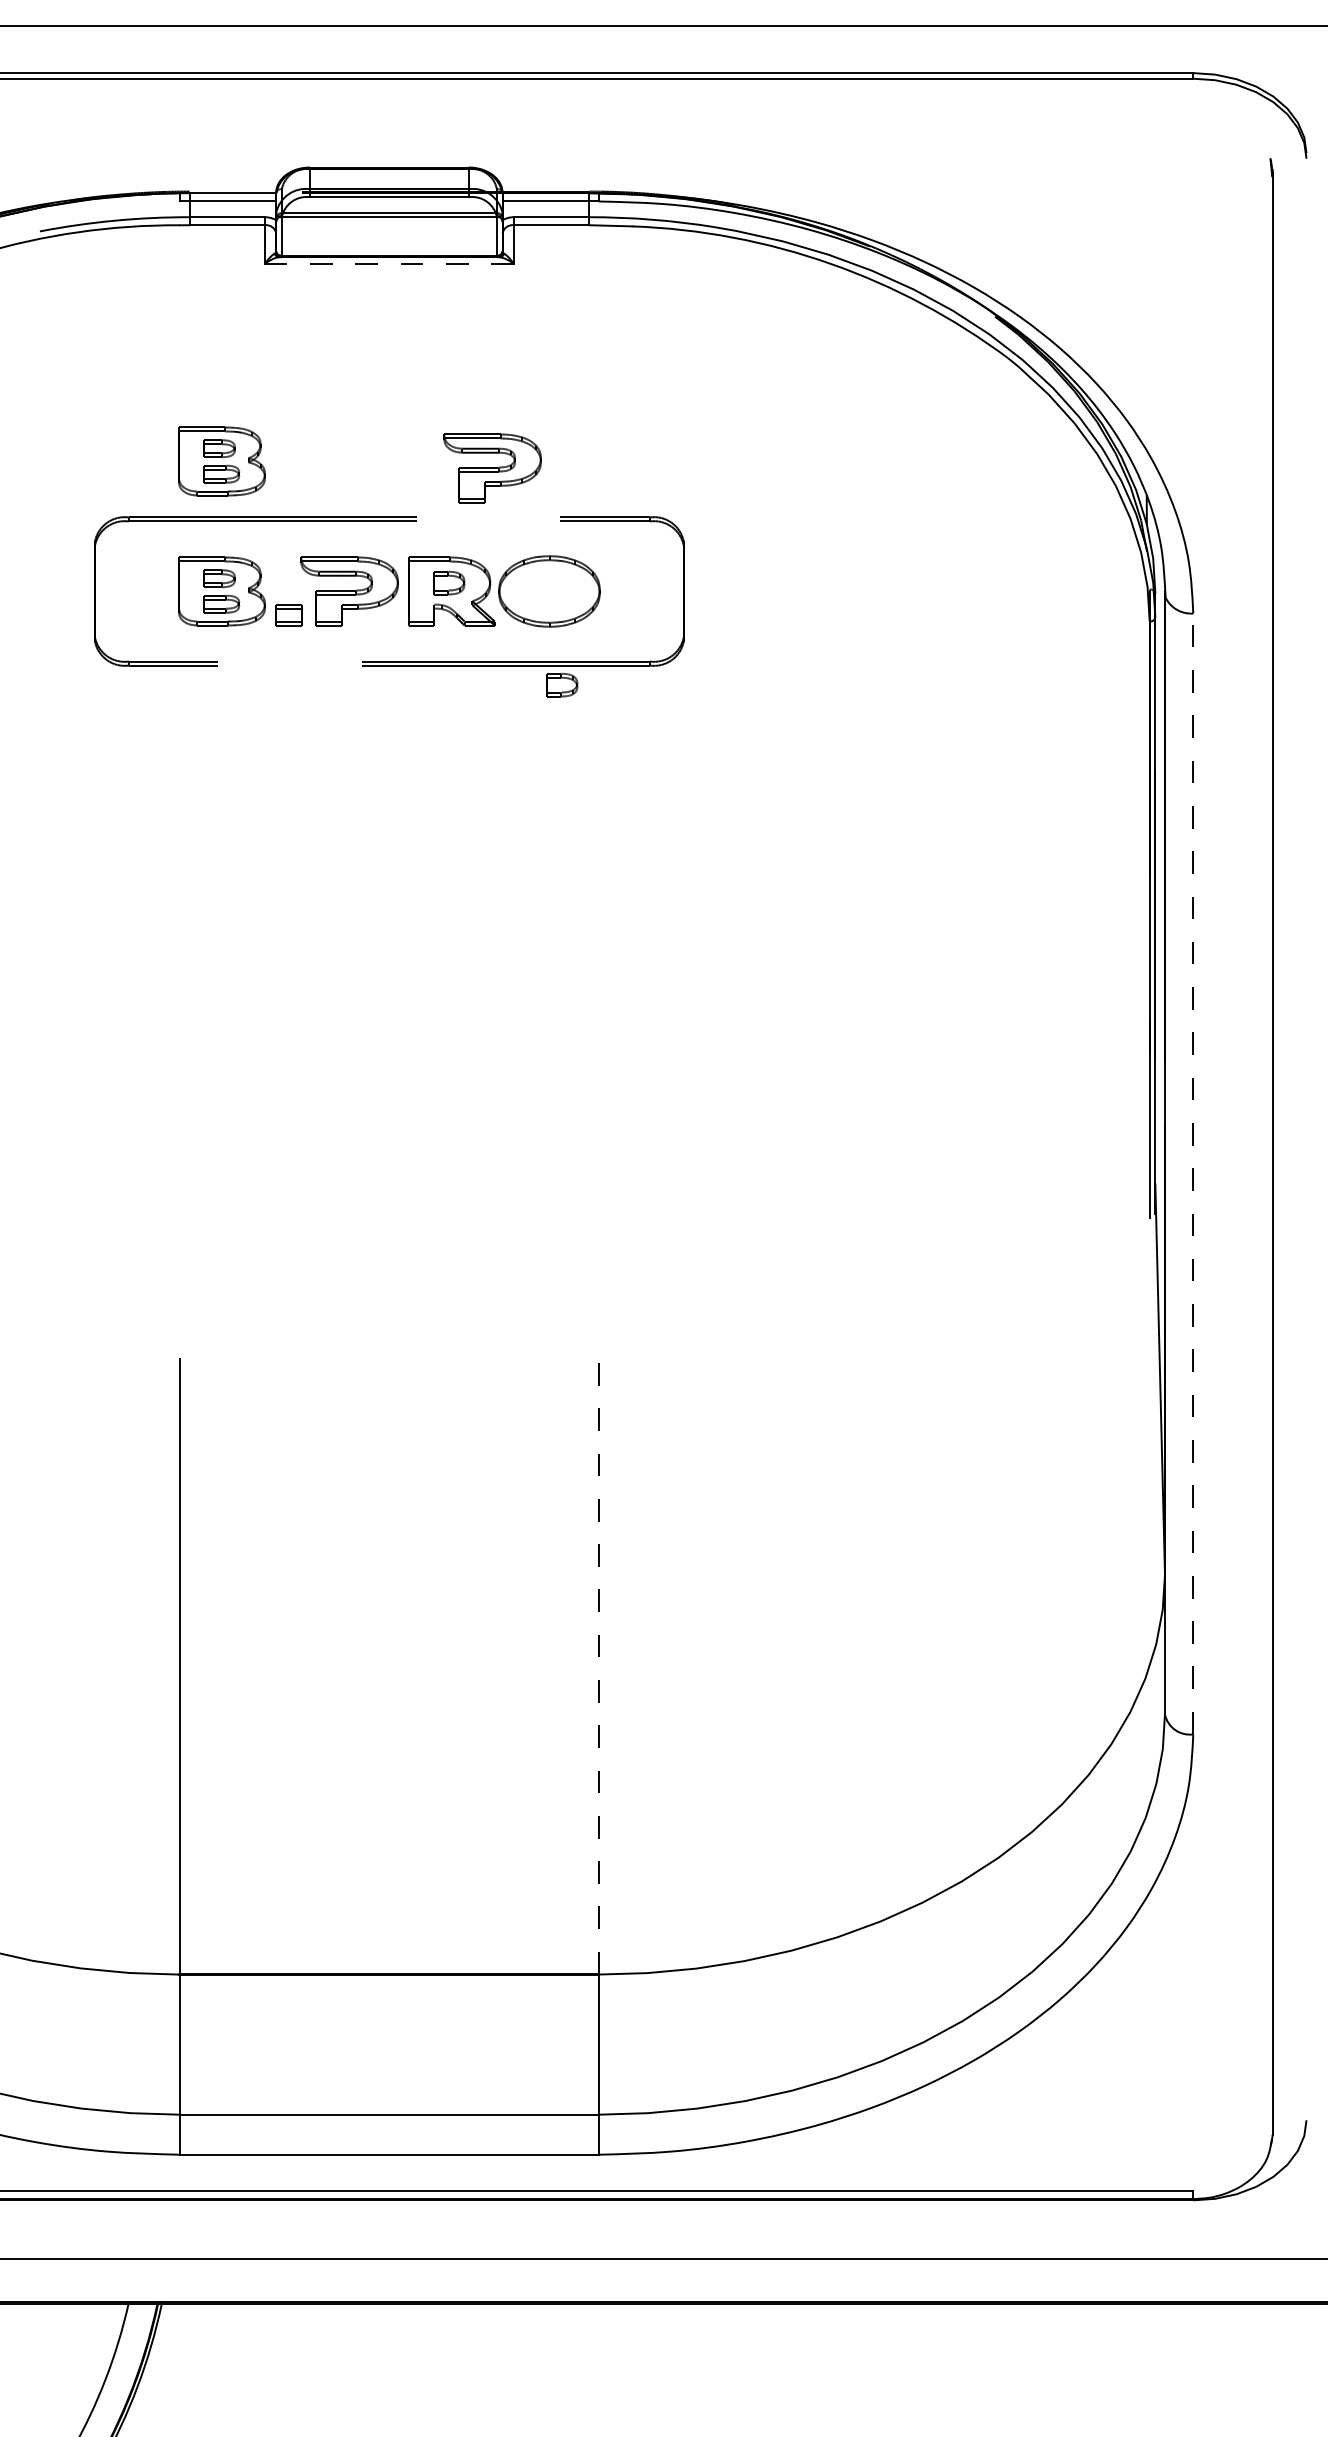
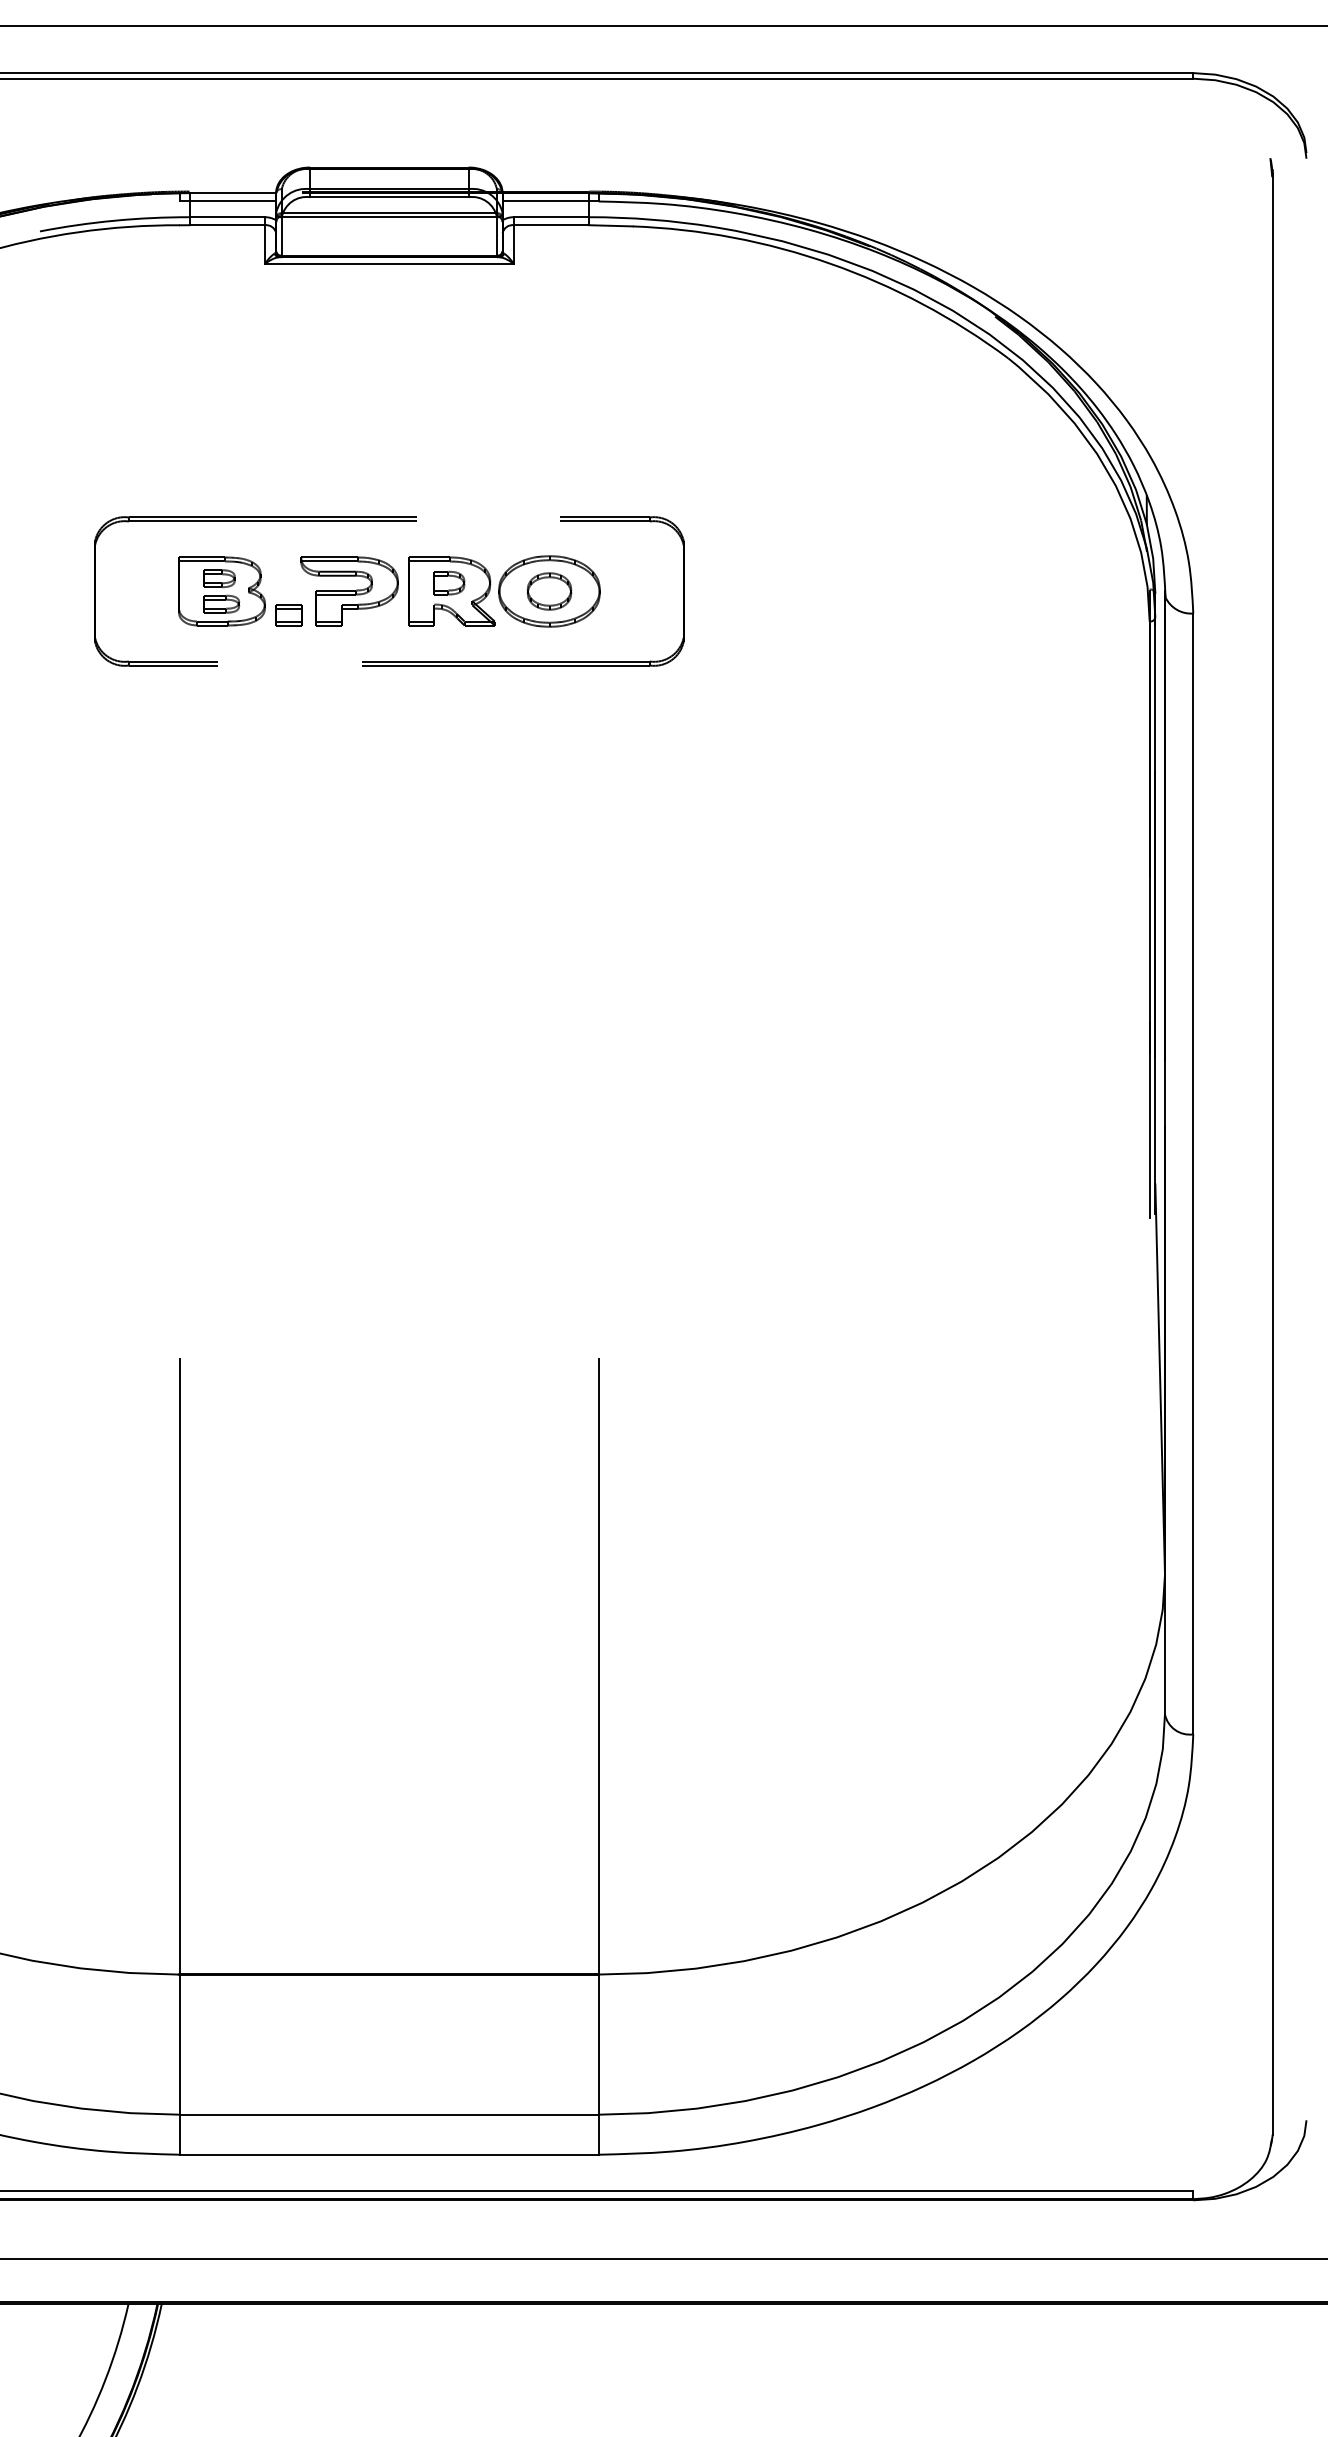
line at (389, 263): dashed -> solid
part at (221, 461): present -> none
part at (492, 468): present -> none
part at (549, 591): none -> present
part at (562, 684): present -> none
line at (1193, 1173): dashed -> solid
line at (598, 1666): dashed -> solid
